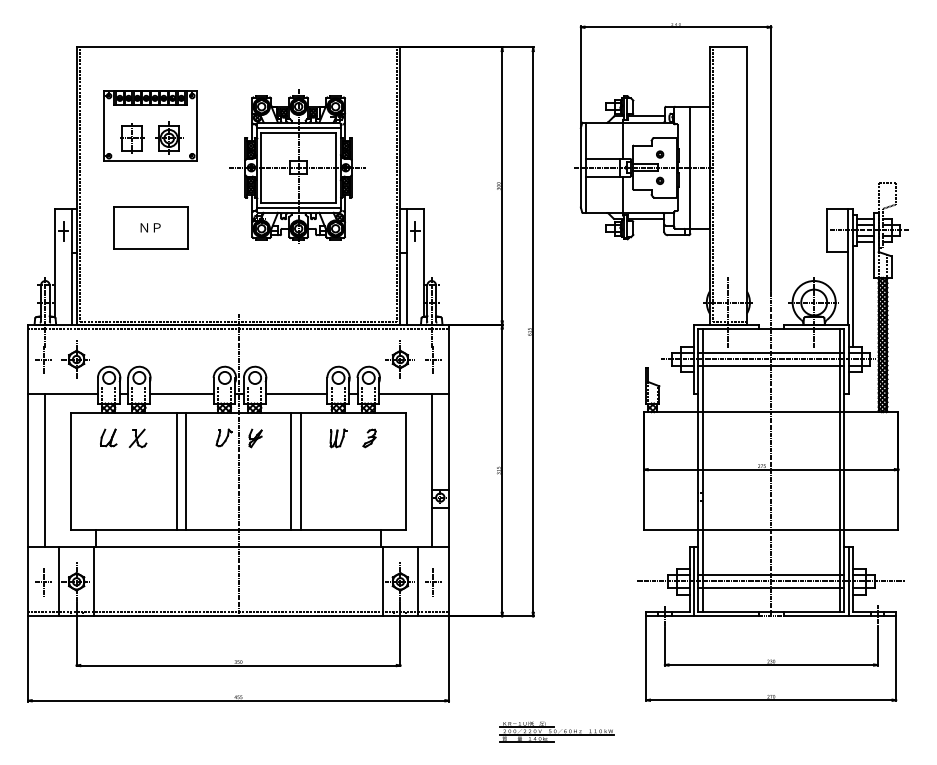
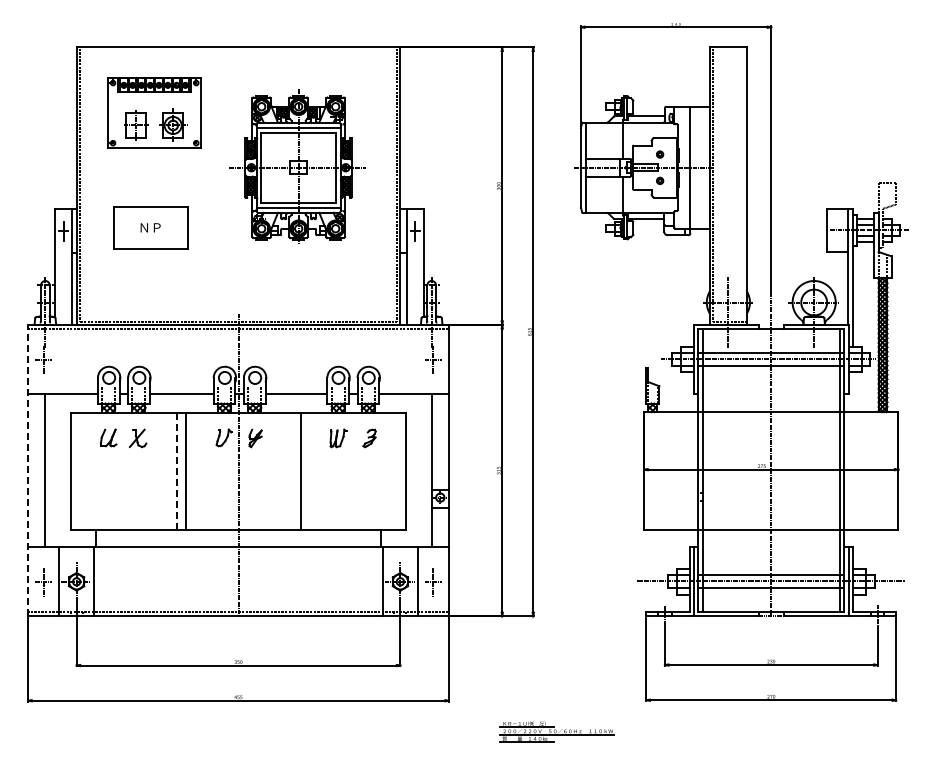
part at (150, 125) position: (150, 125) -> (154, 112)
part at (75, 359): present -> none
part at (399, 359): present -> none
line at (28, 470): solid -> dashed
line at (176, 471): solid -> dashed
line at (291, 471): present -> none
